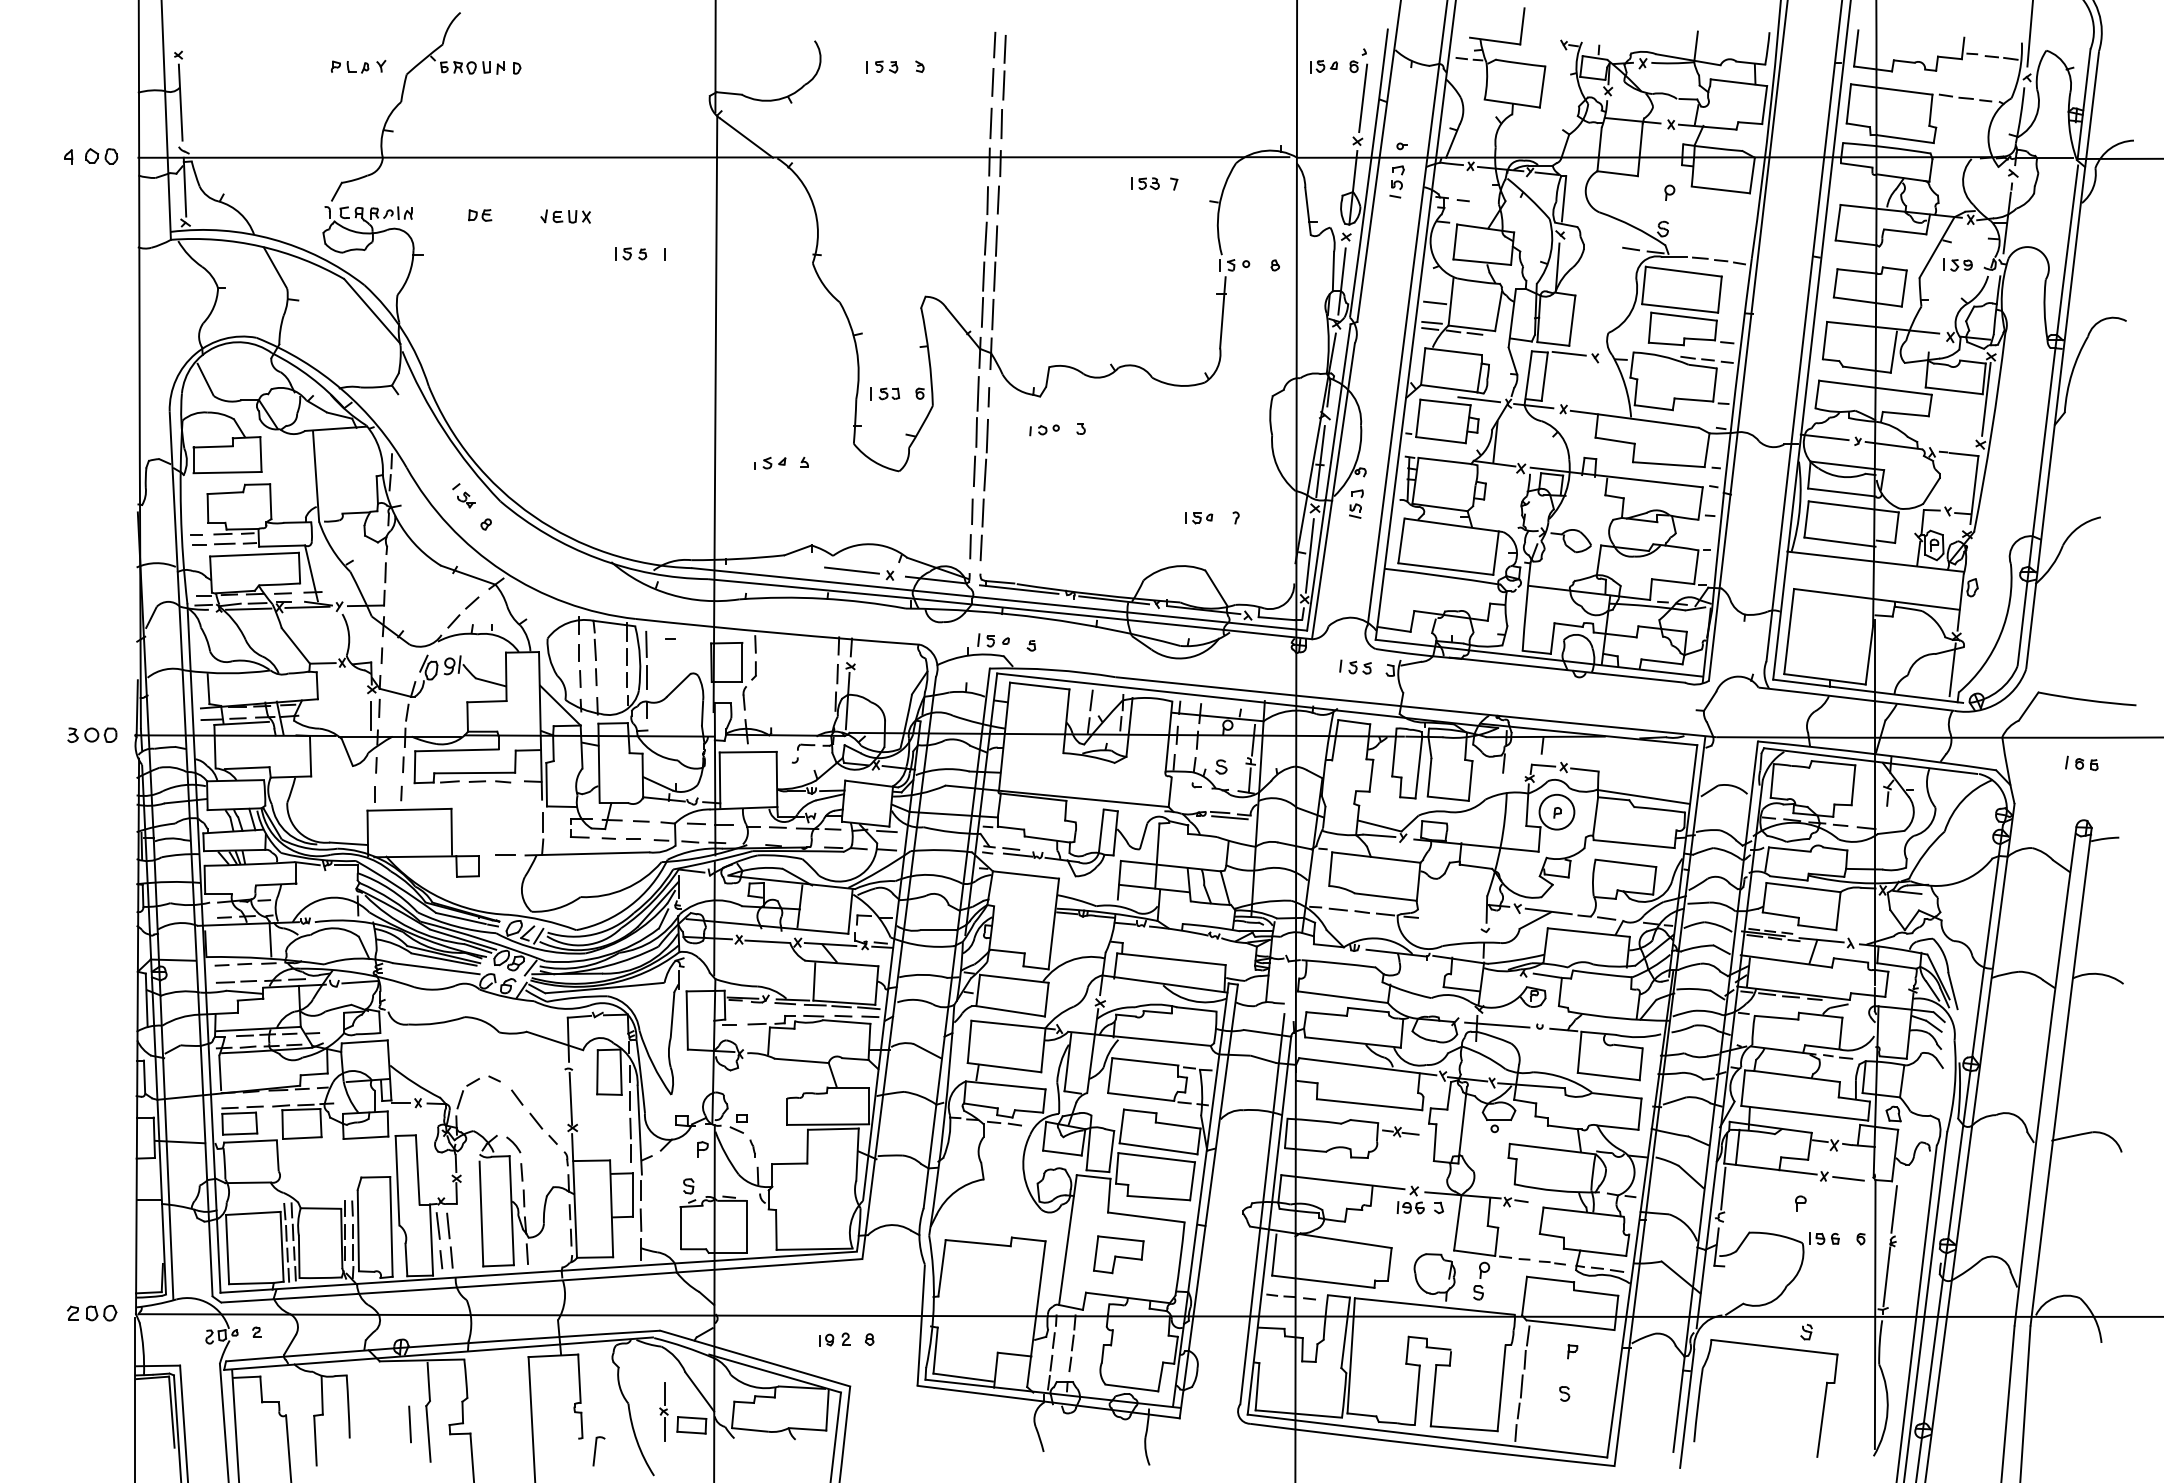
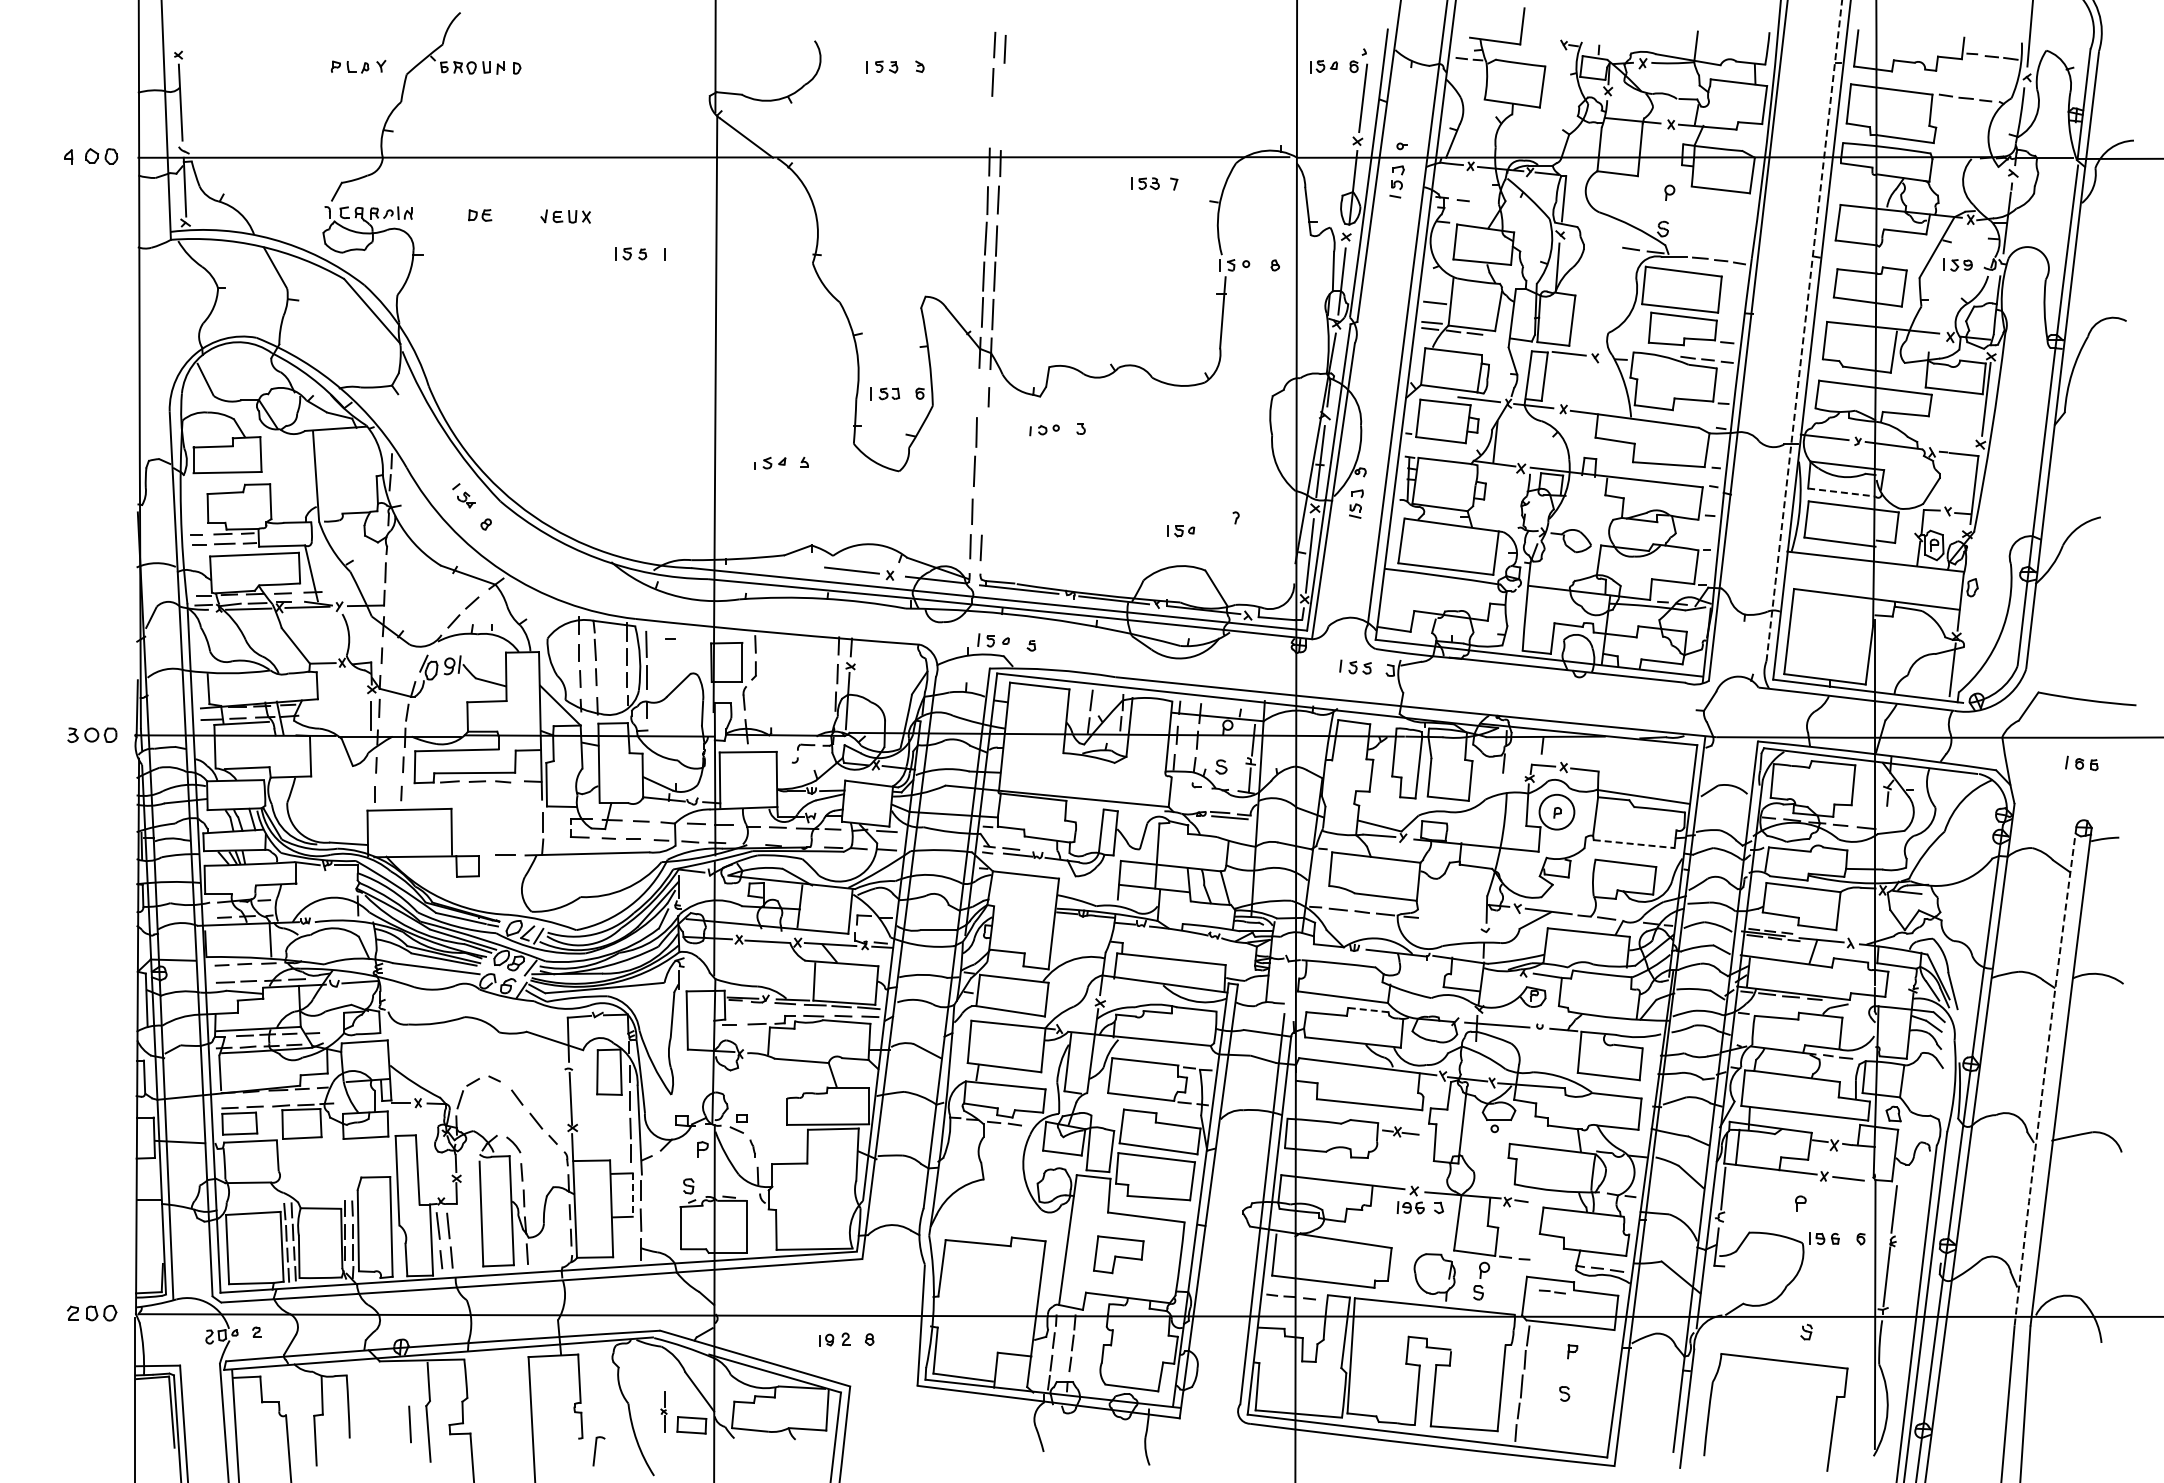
line at (1003, 85): present -> none
line at (990, 123): present -> none
line at (1001, 124): present -> none
line at (1804, 330): solid -> dashed
line at (977, 393): present -> none
line at (986, 435): present -> none
line at (985, 474): present -> none
line at (1841, 492): solid -> dashed
line at (982, 512): present -> none
part at (1199, 518) position: (1199, 518) -> (1181, 531)
line at (1634, 844): solid -> dashed
line at (1367, 1010): solid -> dashed
arc at (2044, 1076): solid -> dashed
line at (632, 1195): solid -> dashed
line at (1550, 1262) position: (1550, 1262) -> (1550, 1291)
part at (1774, 1348) position: (1774, 1348) -> (1784, 1362)
part at (663, 1411) size: 10x60 px -> 8x42 px
